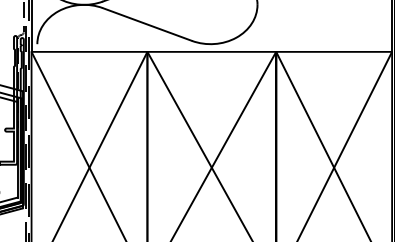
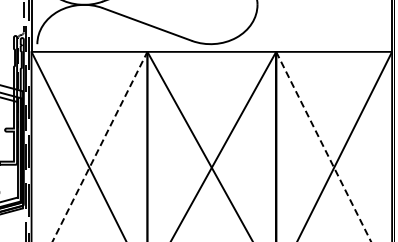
line at (100, 146): solid -> dashed
line at (323, 147): solid -> dashed
